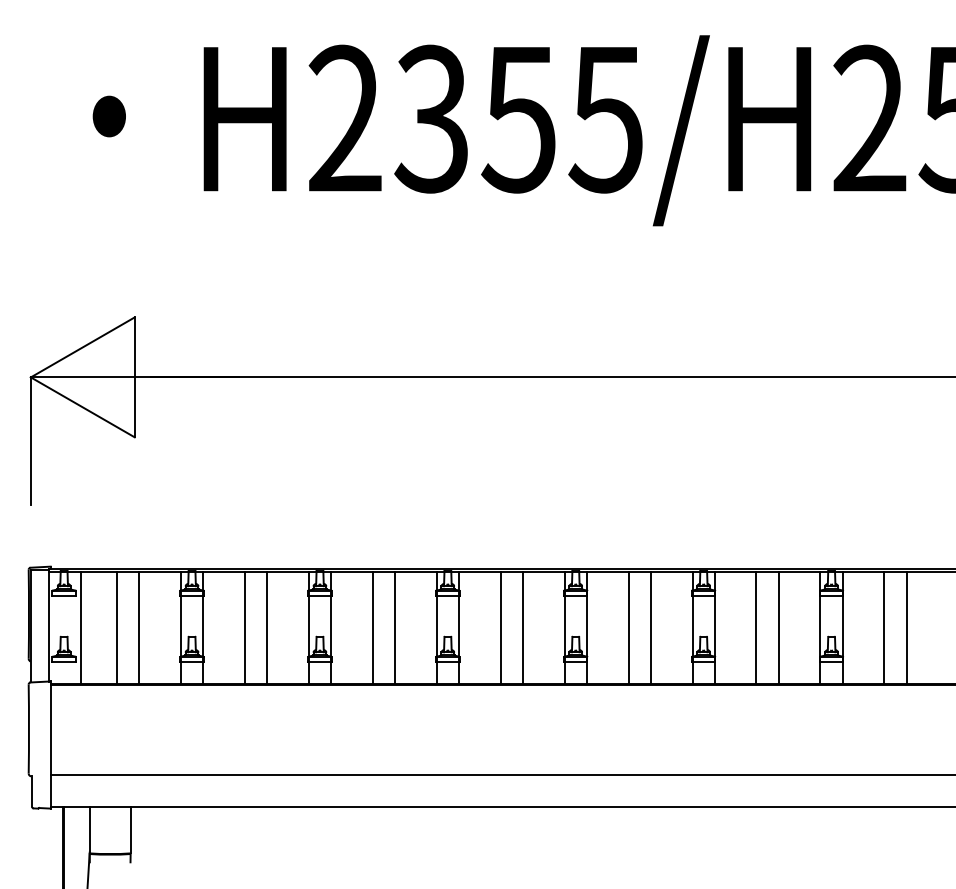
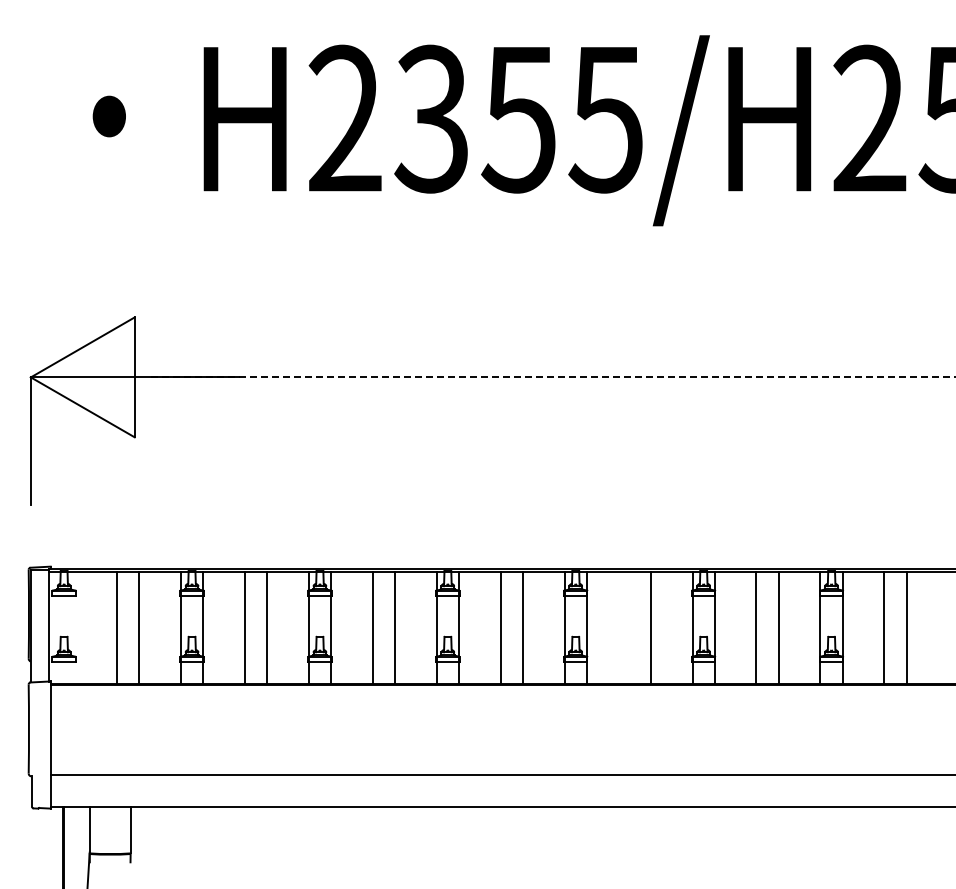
line at (553, 377): solid -> dashed
line at (81, 627): present -> none
line at (628, 627): present -> none
